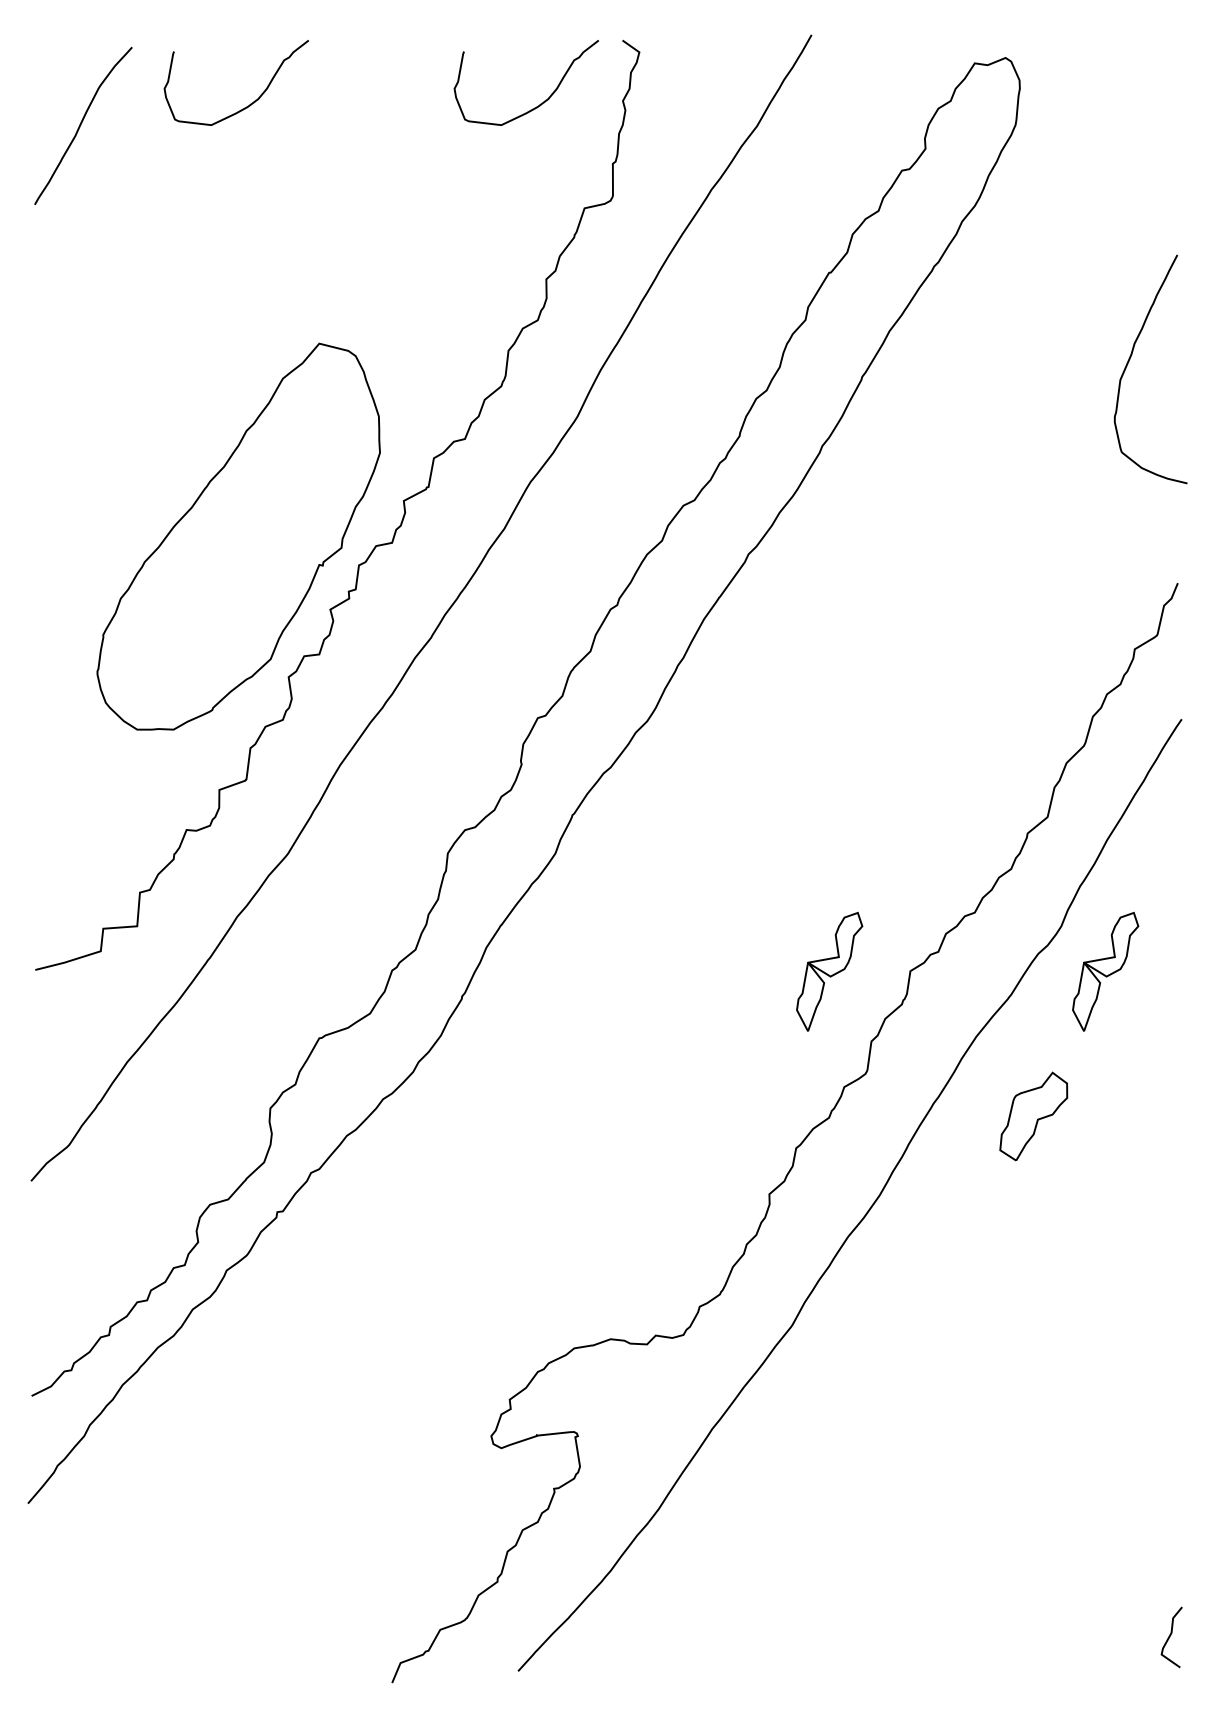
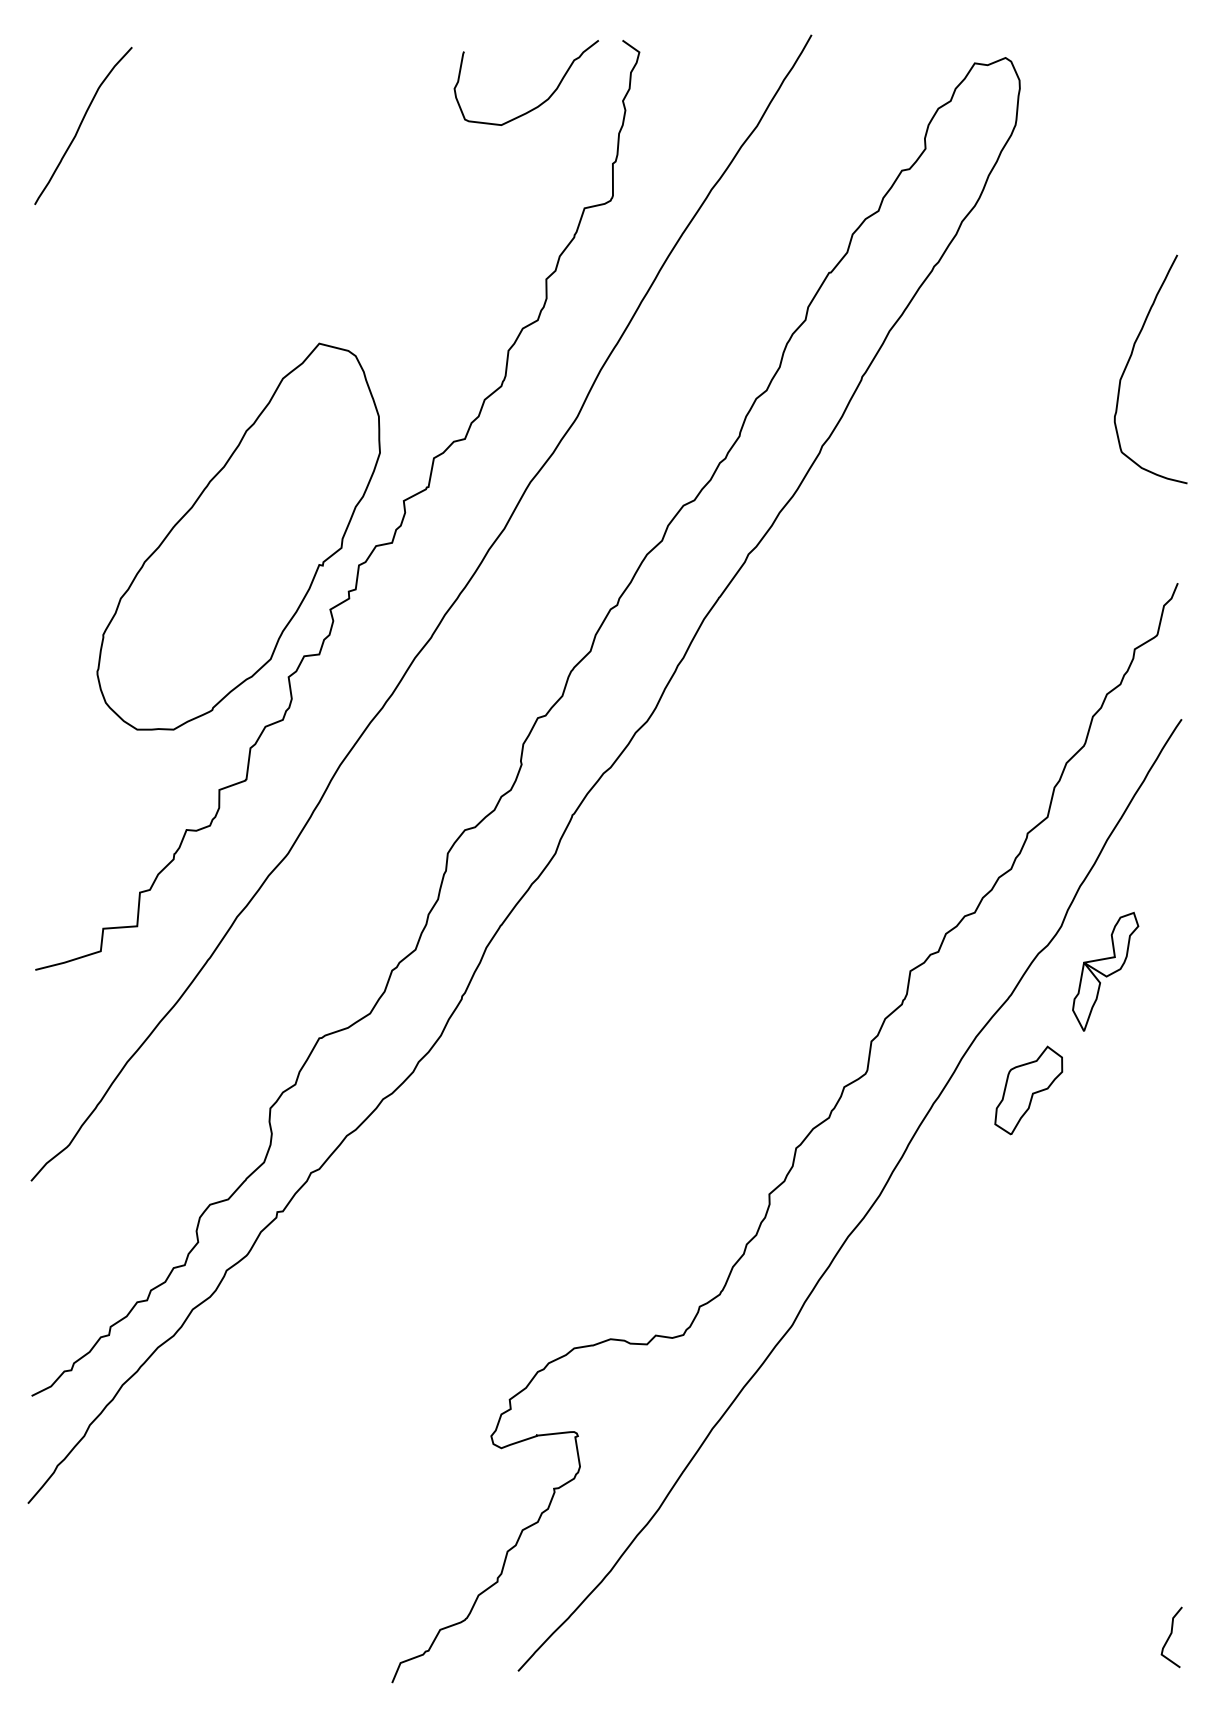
curve at (250, 103): present -> none
part at (829, 971): present -> none
part at (1033, 1116) position: (1033, 1116) -> (1028, 1090)
